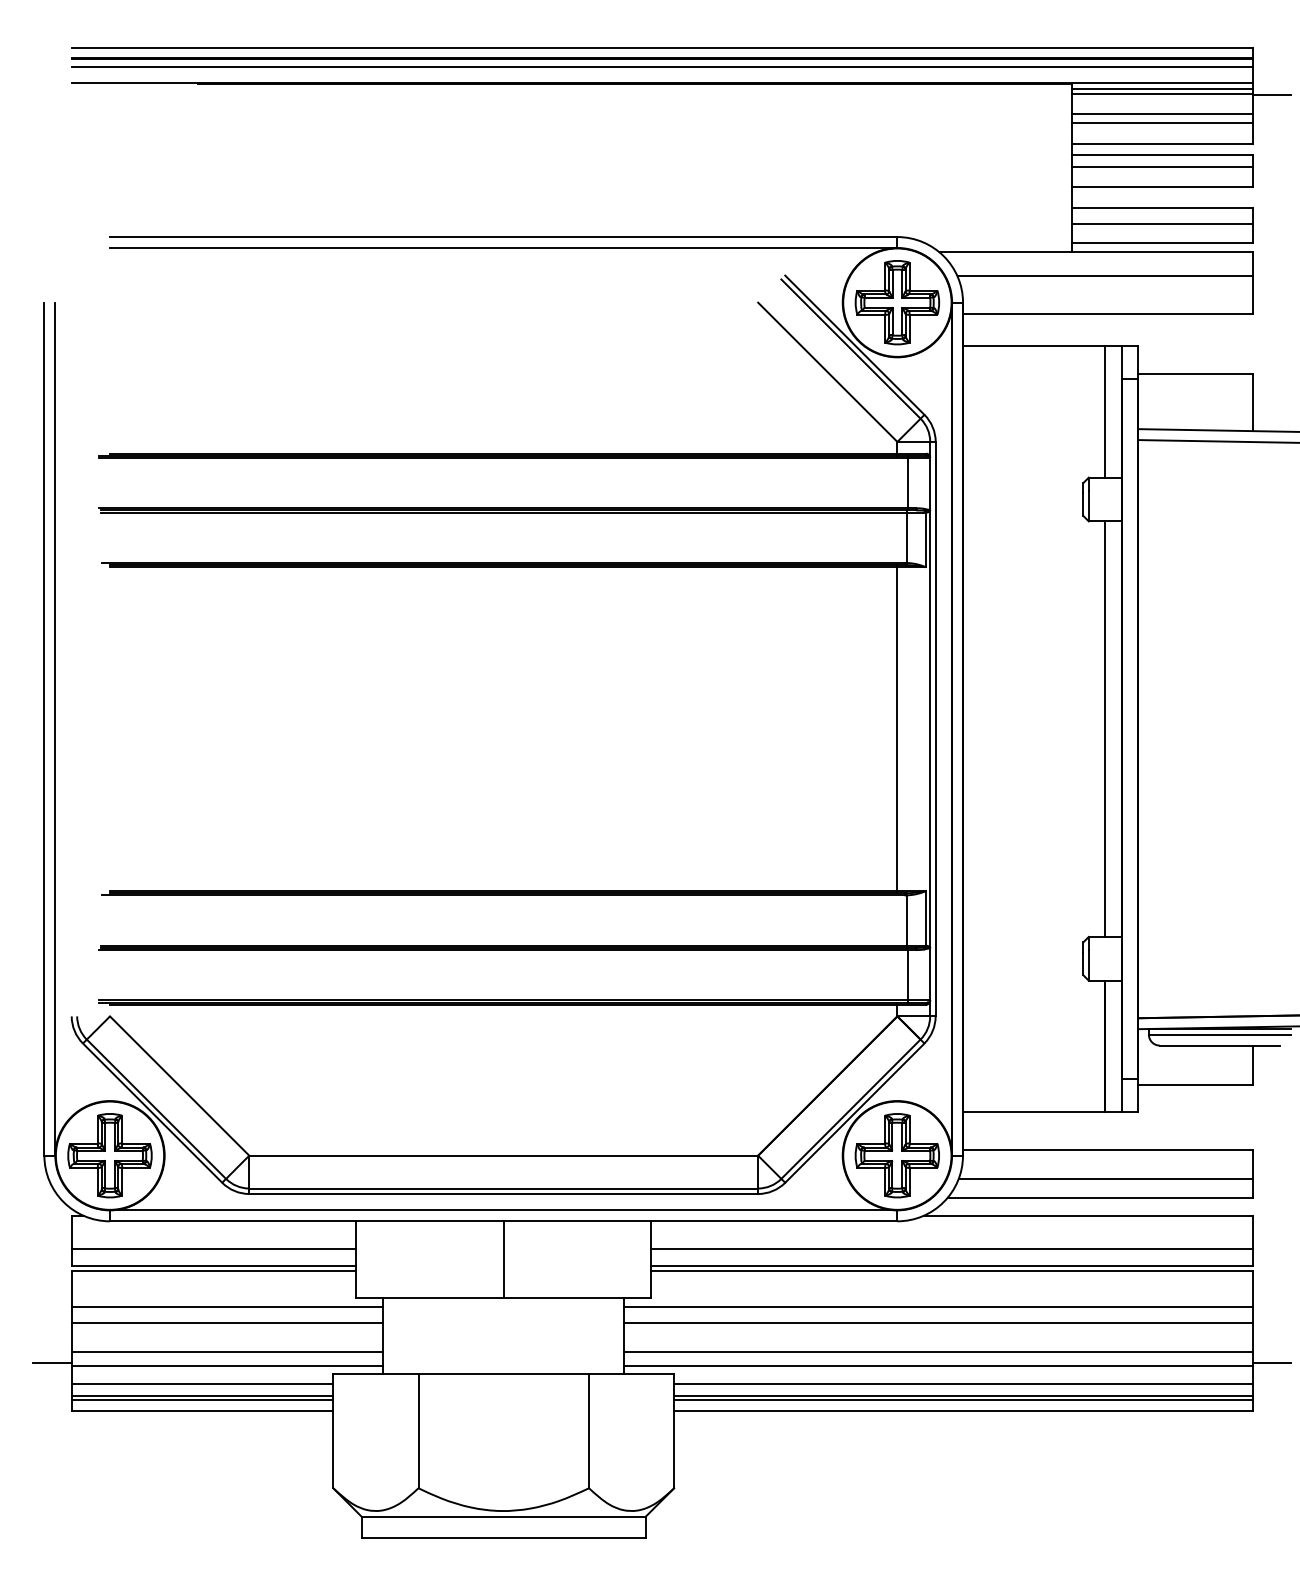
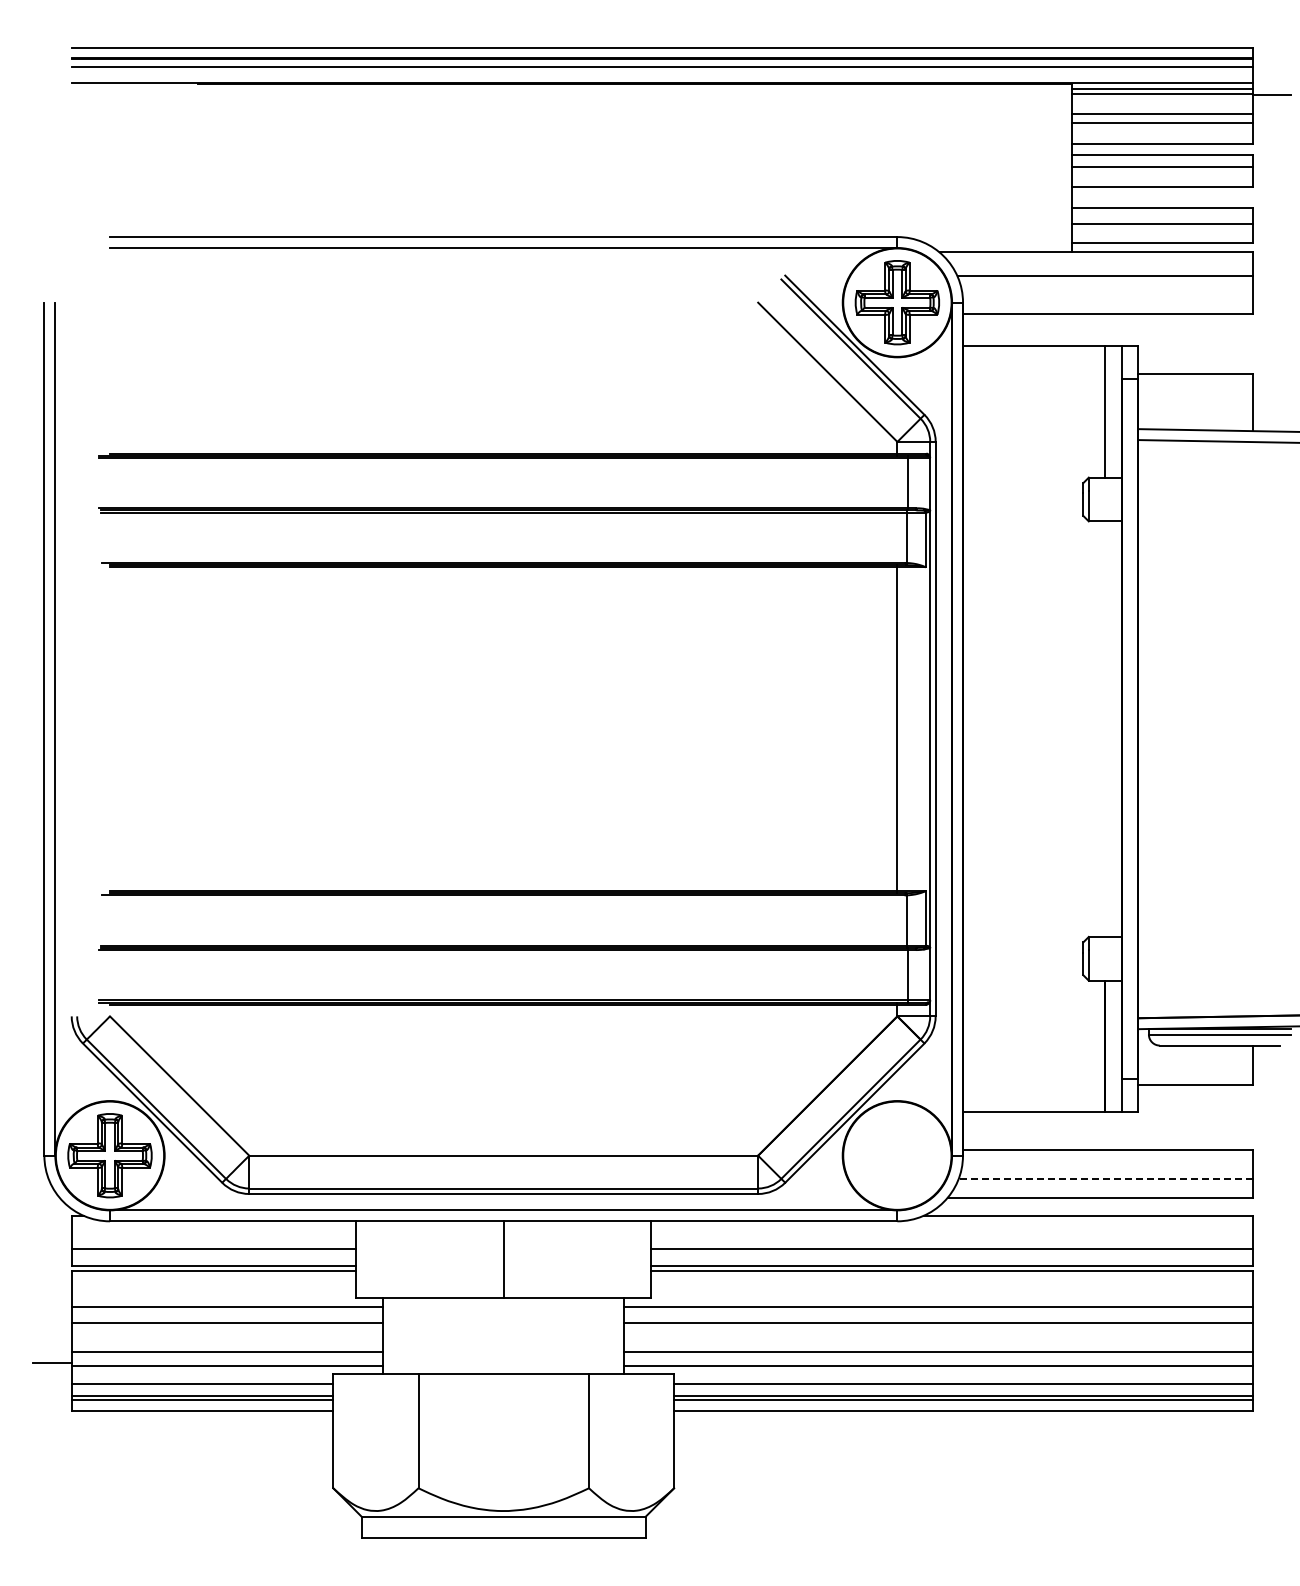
line at (1105, 728): present -> none
part at (896, 1155): present -> none
line at (1105, 1179): solid -> dashed
line at (1271, 1363): present -> none
